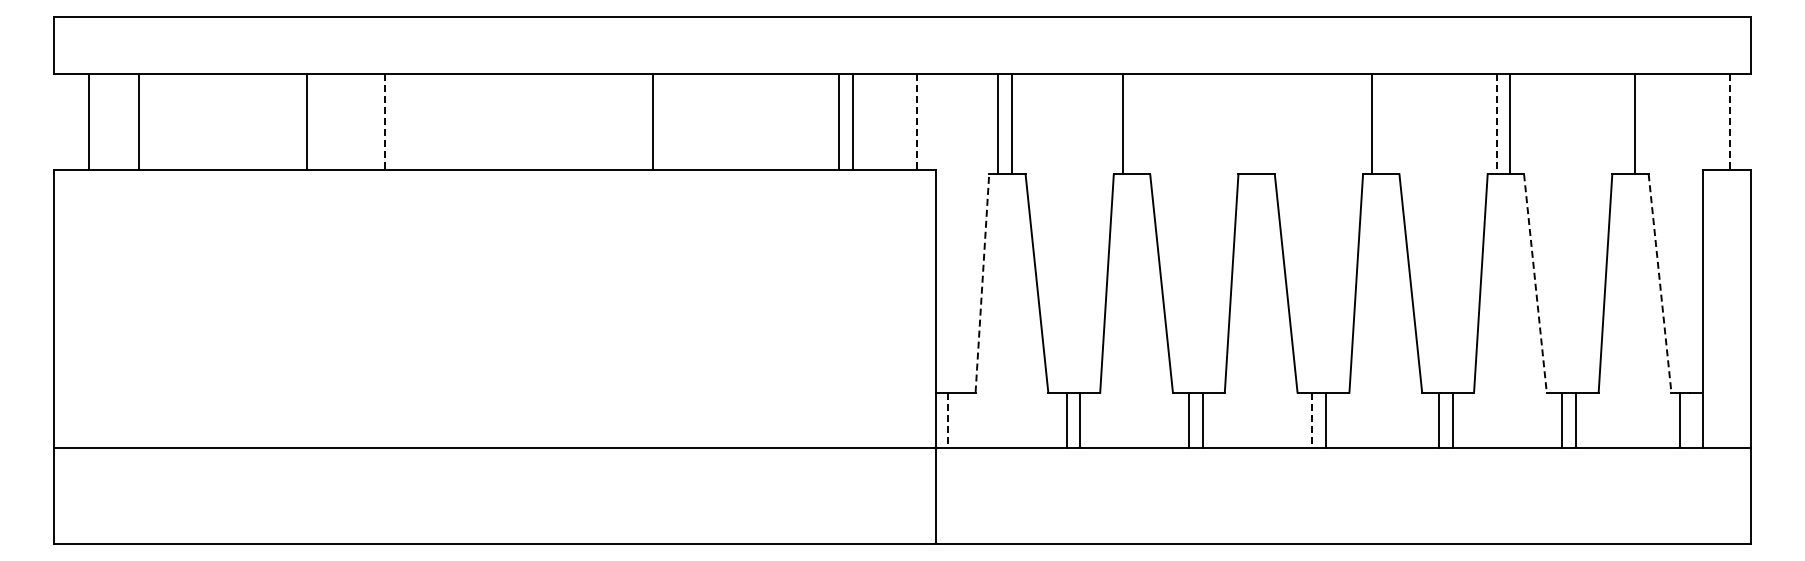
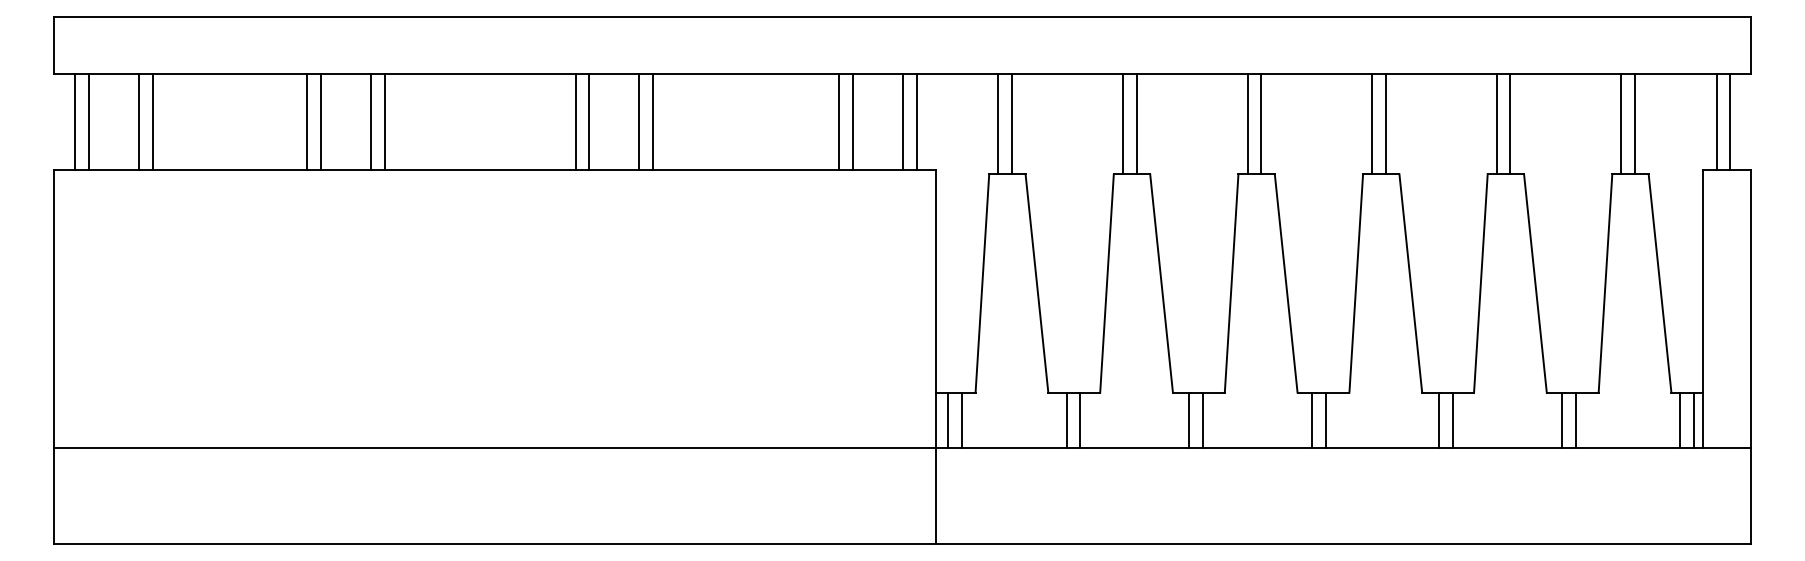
line at (75, 122): none -> present
line at (152, 122): none -> present
line at (320, 122): none -> present
line at (370, 122): none -> present
line at (384, 122): dashed -> solid
line at (575, 122): none -> present
line at (589, 122): none -> present
line at (639, 122): none -> present
line at (902, 122): none -> present
line at (916, 122): dashed -> solid
line at (1716, 122): none -> present
line at (1730, 122): dashed -> solid
line at (1136, 124): none -> present
line at (1247, 124): none -> present
line at (1261, 124): none -> present
line at (1385, 124): none -> present
line at (1496, 124): dashed -> solid
line at (1621, 124): none -> present
line at (982, 282): dashed -> solid
line at (1535, 283): dashed -> solid
line at (1660, 283): dashed -> solid
line at (948, 420): dashed -> solid
line at (961, 420): none -> present
line at (1311, 420): dashed -> solid
line at (1693, 420): none -> present
